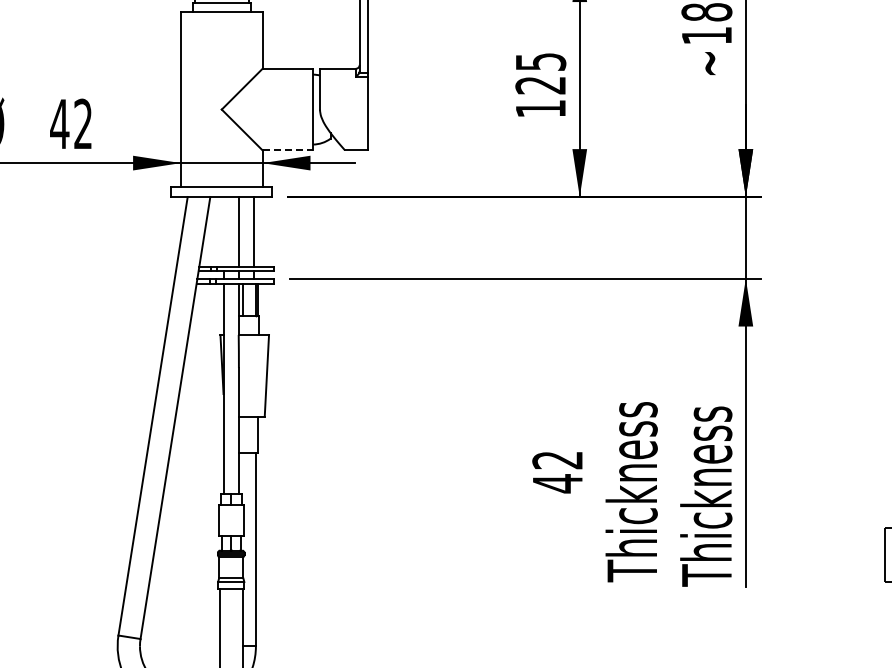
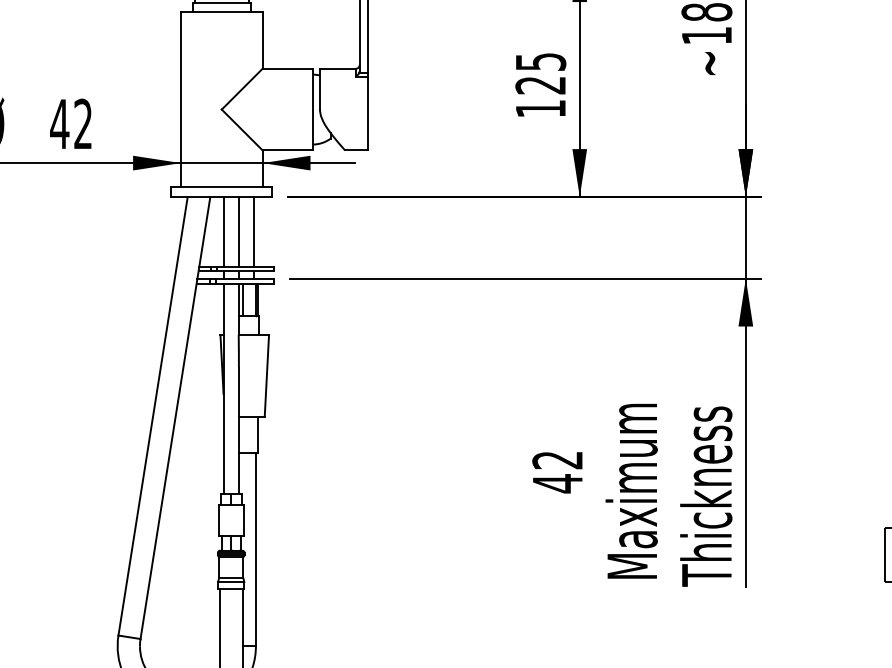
line at (288, 150): dashed -> solid
line at (223, 231): none -> present
text at (631, 492): Thickness -> Maximum
